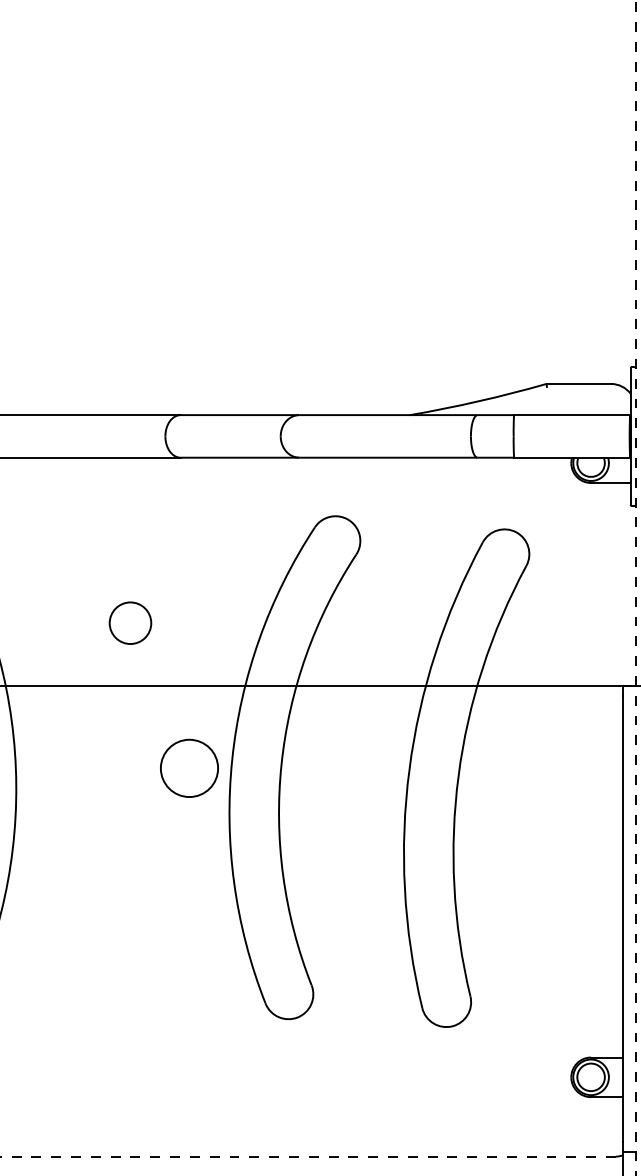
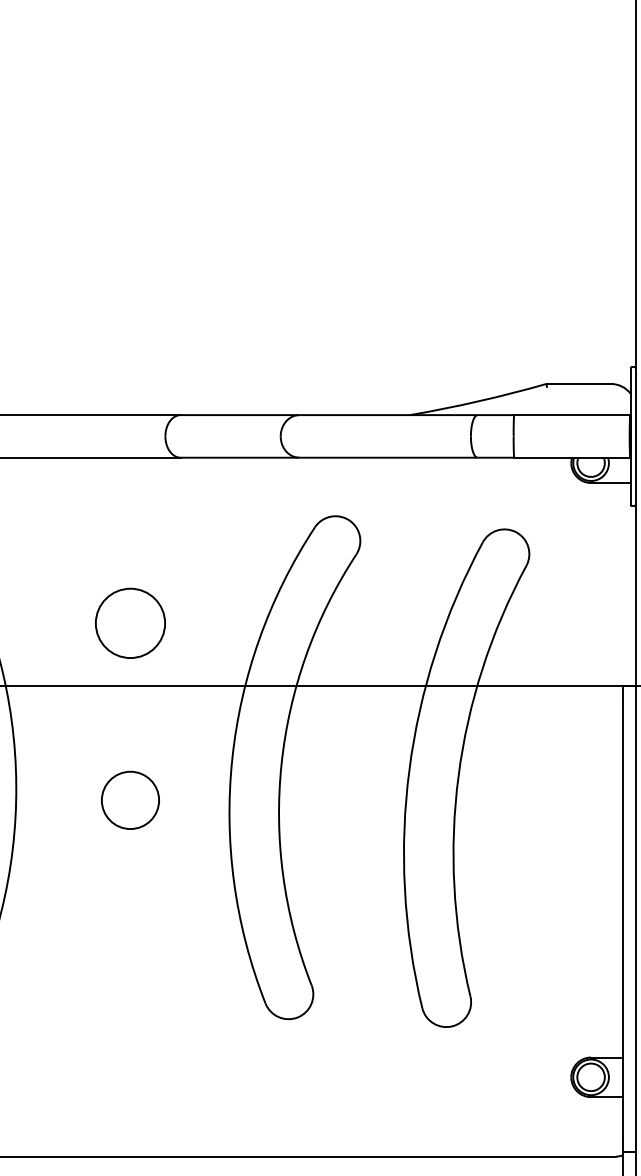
line at (635, 588): dashed -> solid
circle at (130, 622) size: 45x44 px -> 71x72 px
circle at (189, 767) position: (189, 767) -> (130, 799)
line at (307, 1156): dashed -> solid
